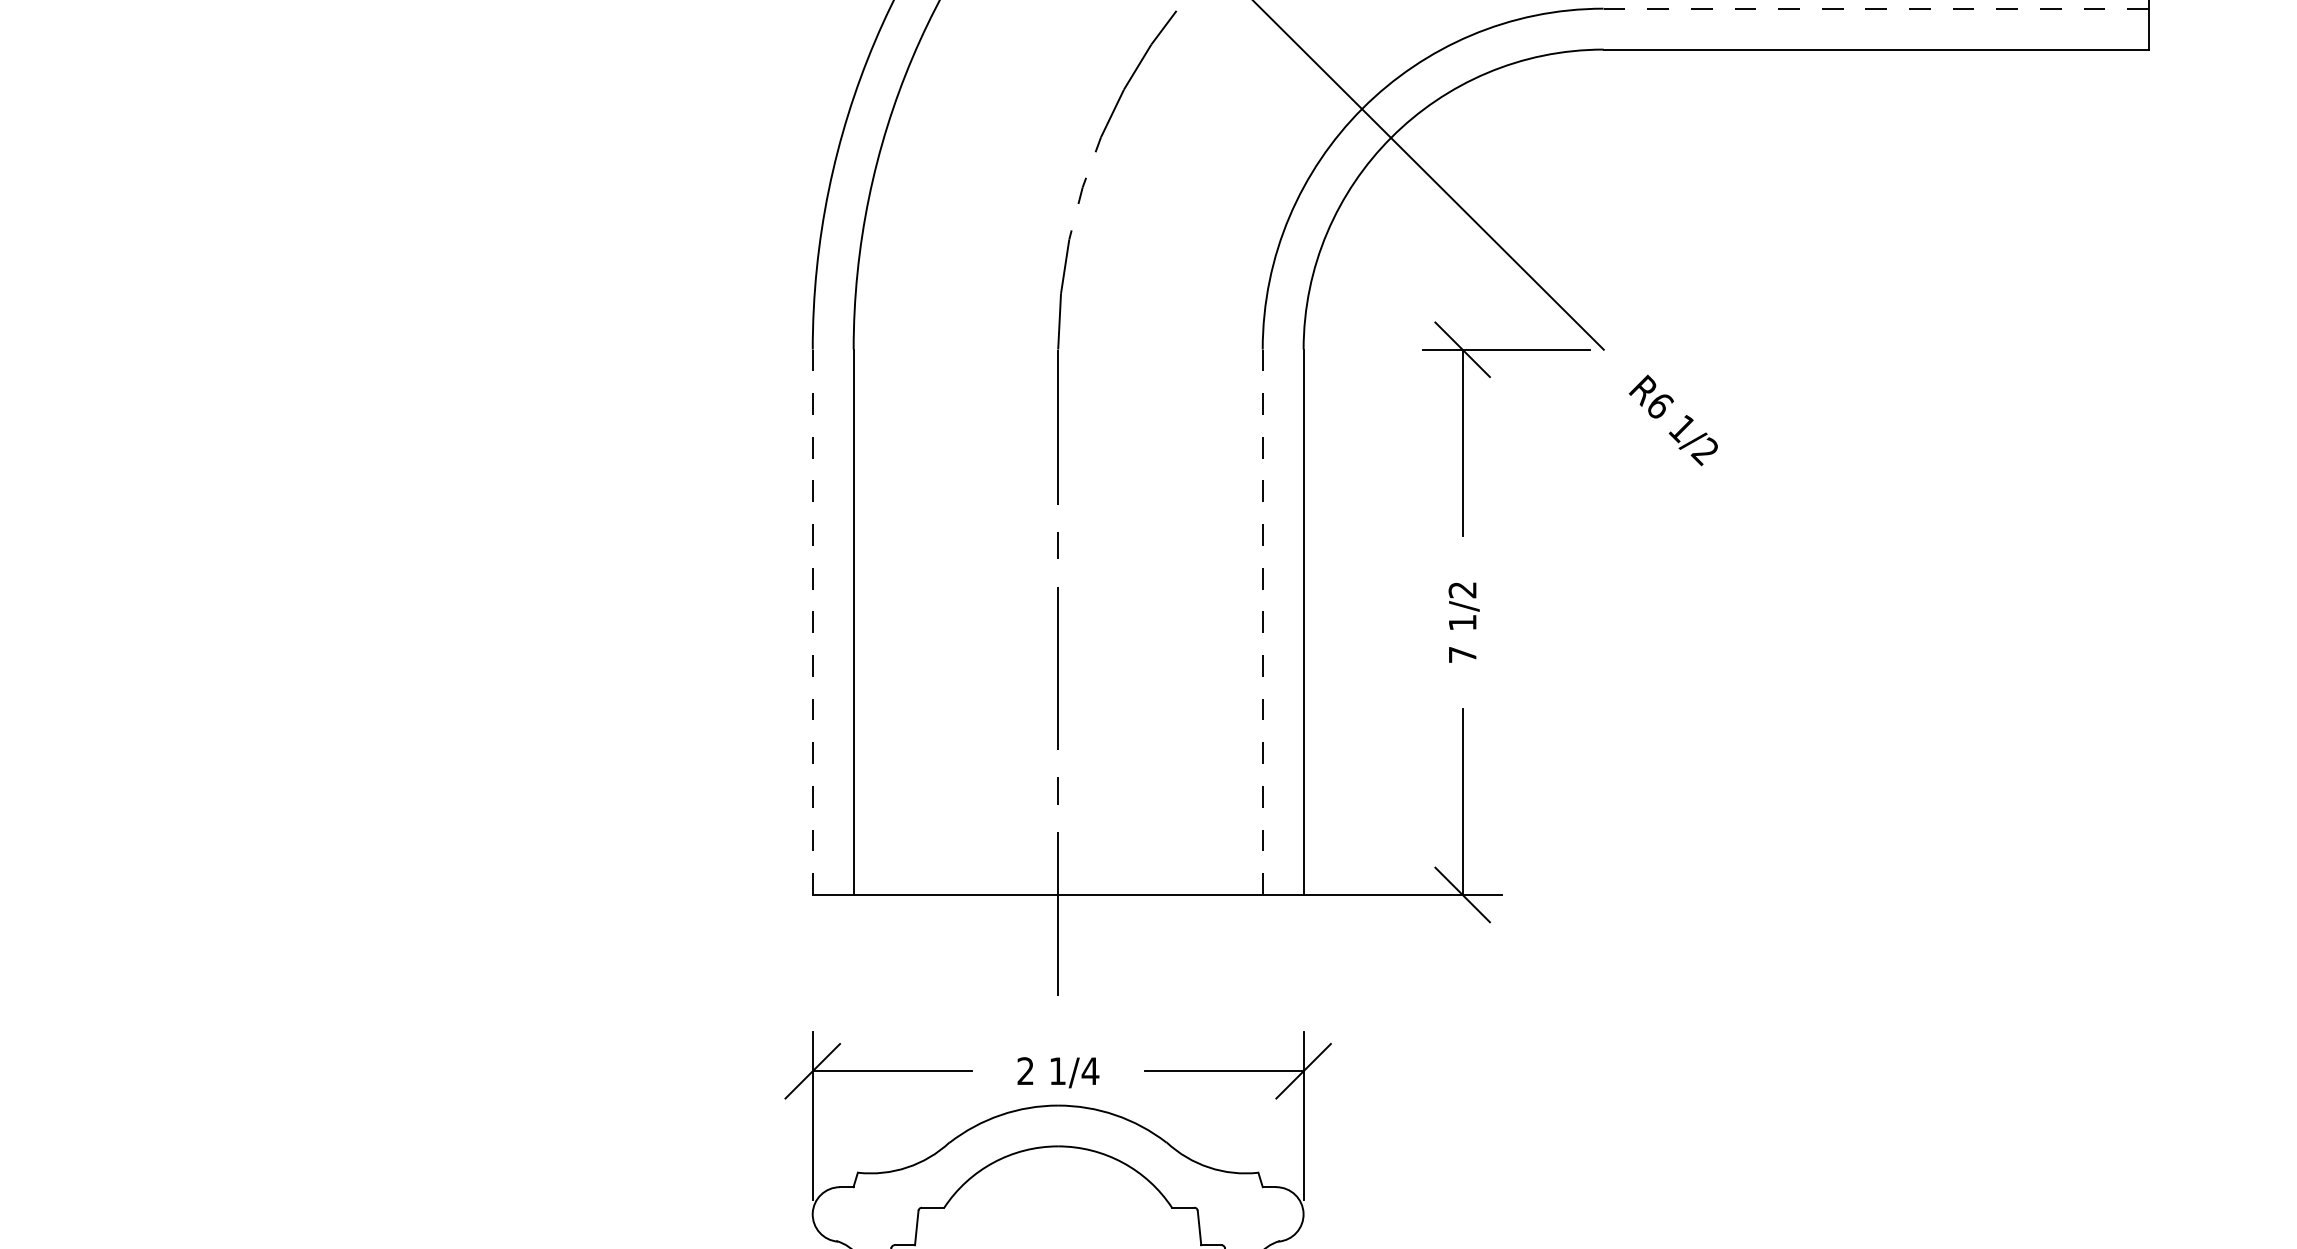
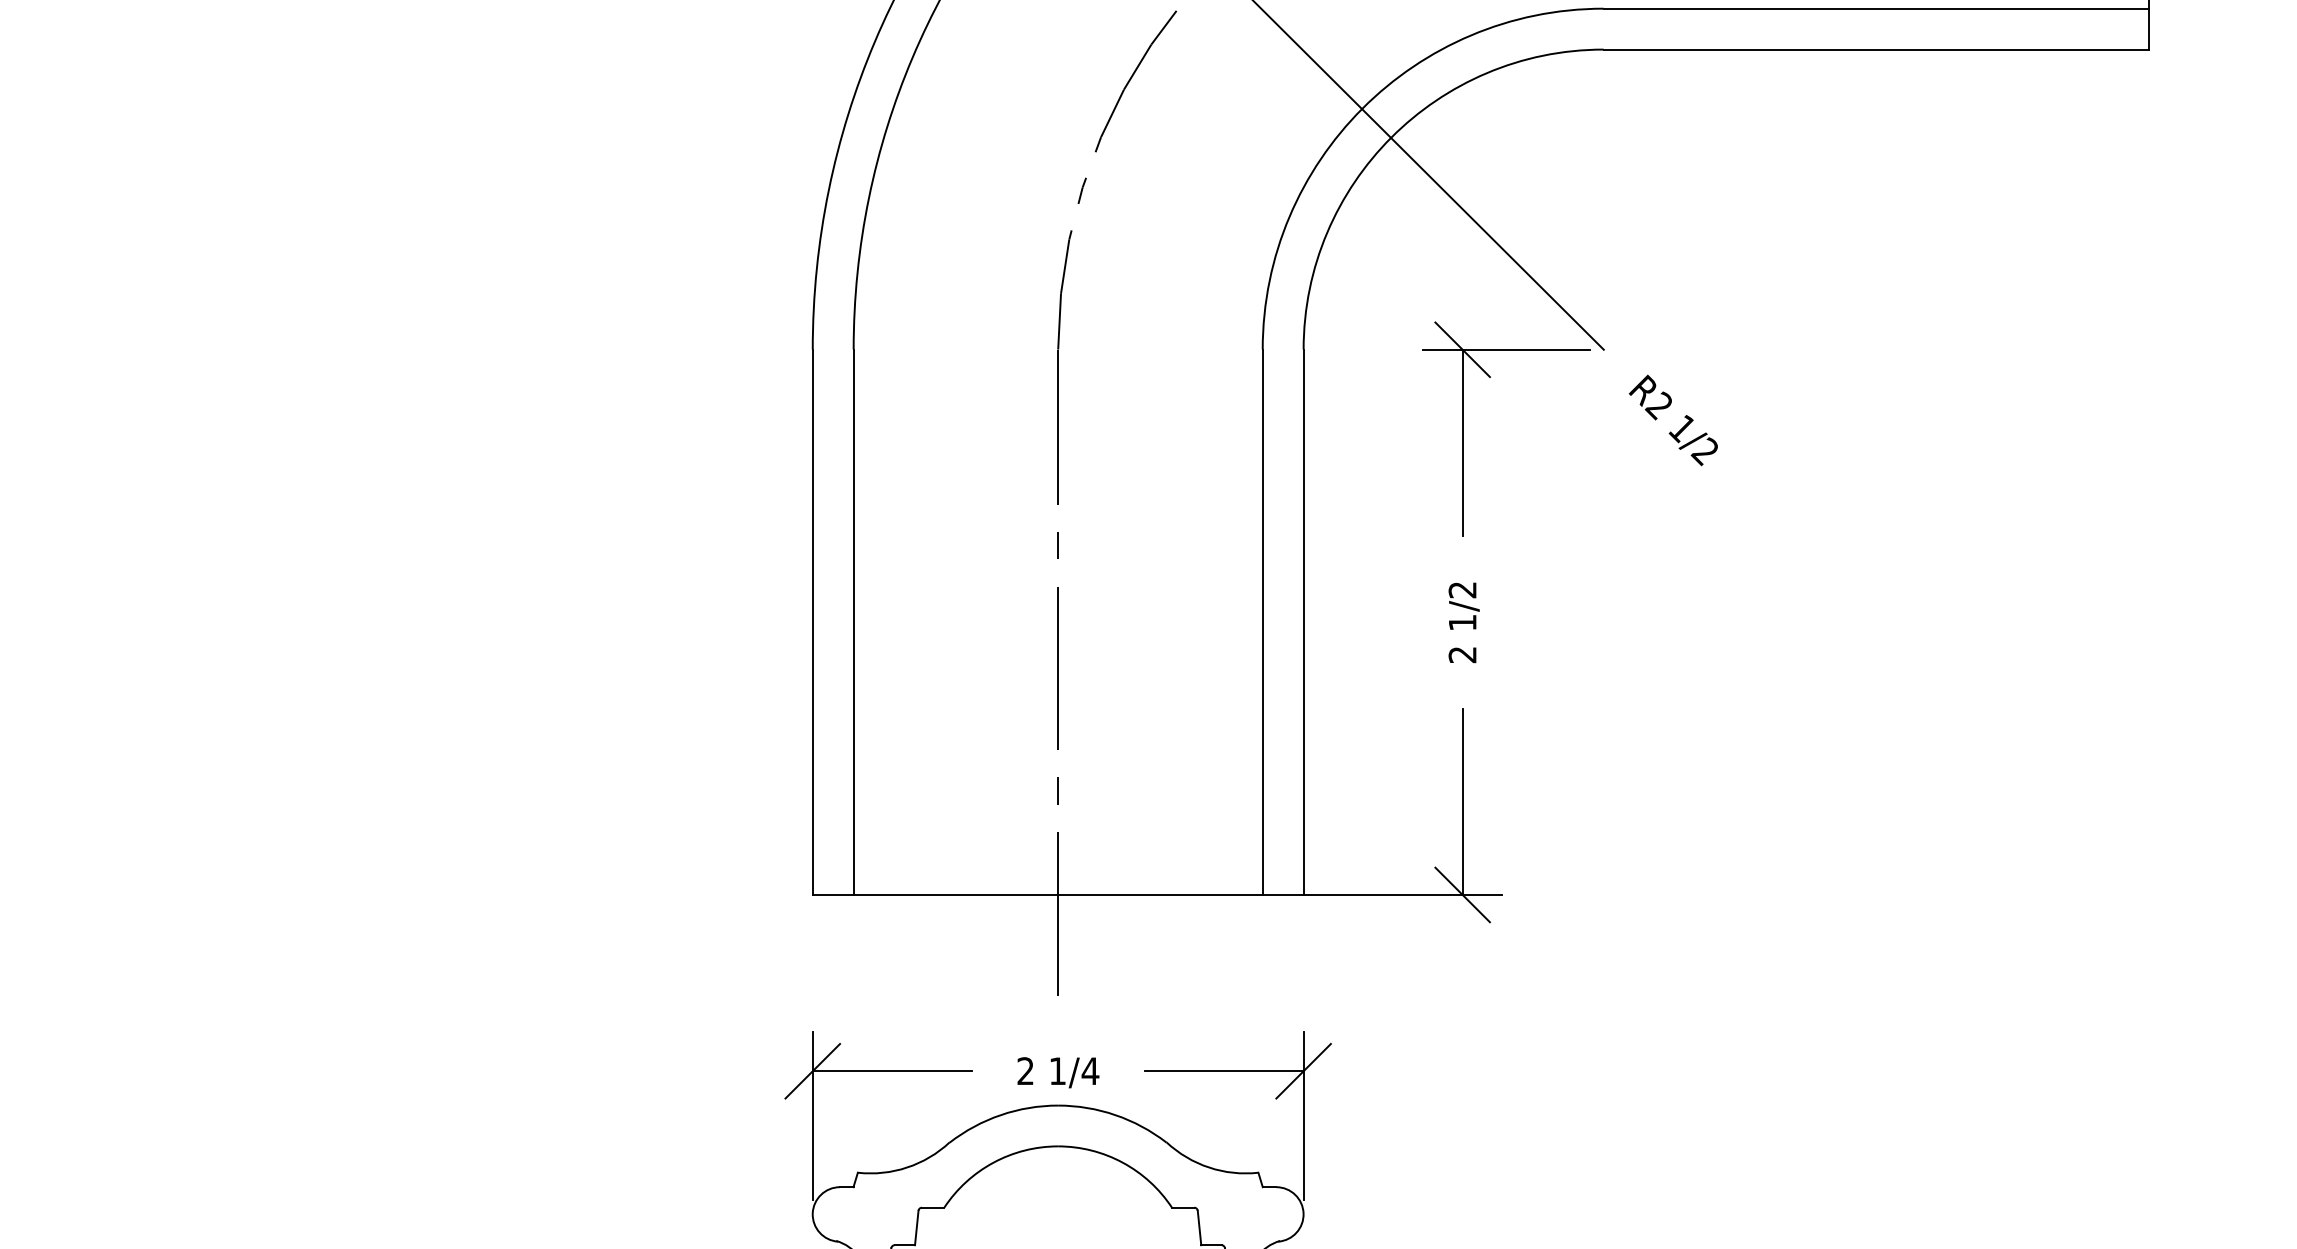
line at (1876, 8): dashed -> solid
text at (1658, 405): R6 -> R2
line at (812, 622): dashed -> solid
line at (1262, 622): dashed -> solid
text at (1462, 655): 7 -> 2
